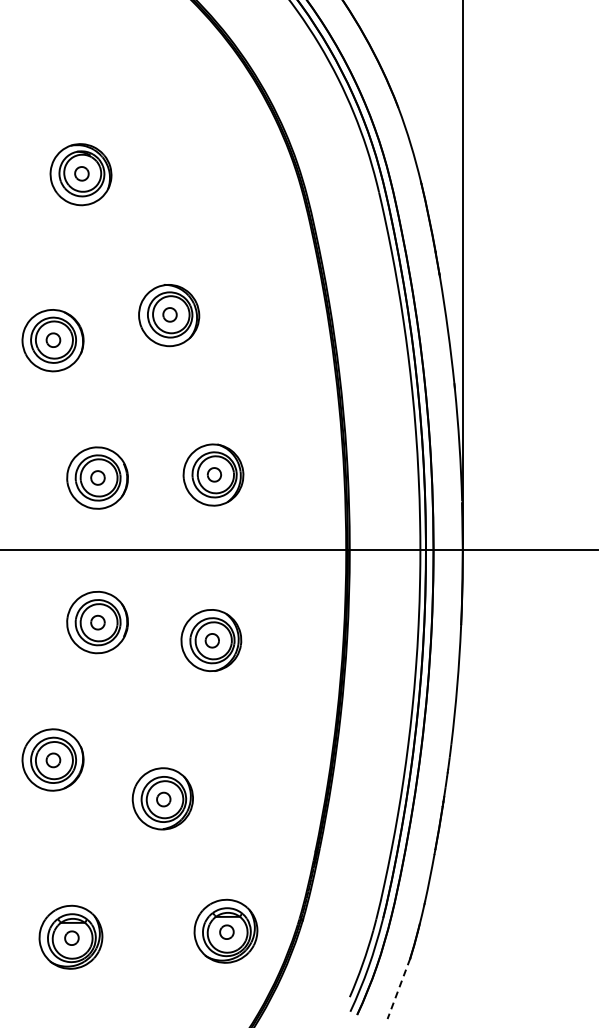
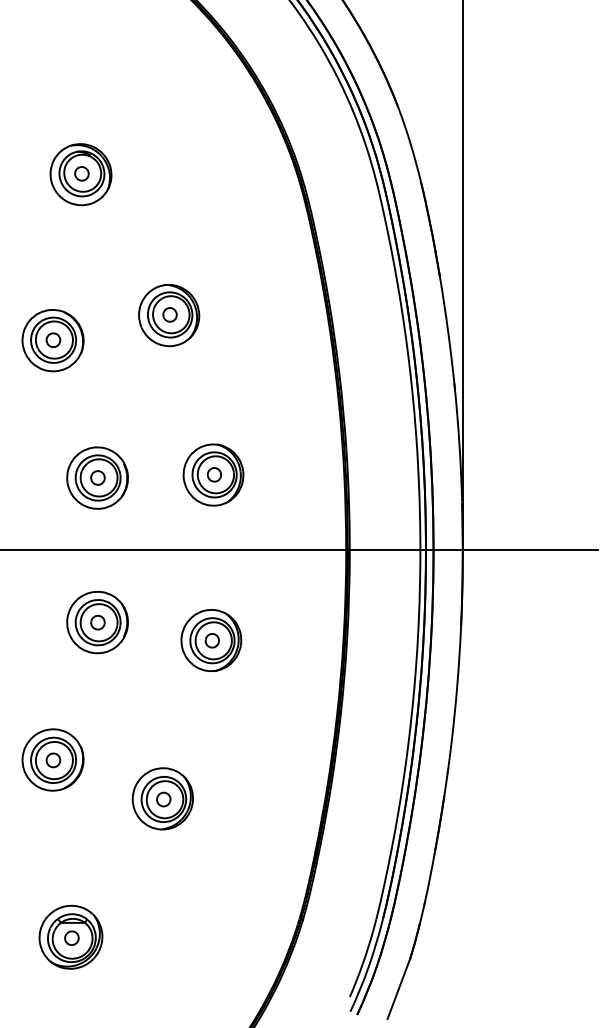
part at (225, 930): present -> none
line at (398, 989): dashed -> solid
